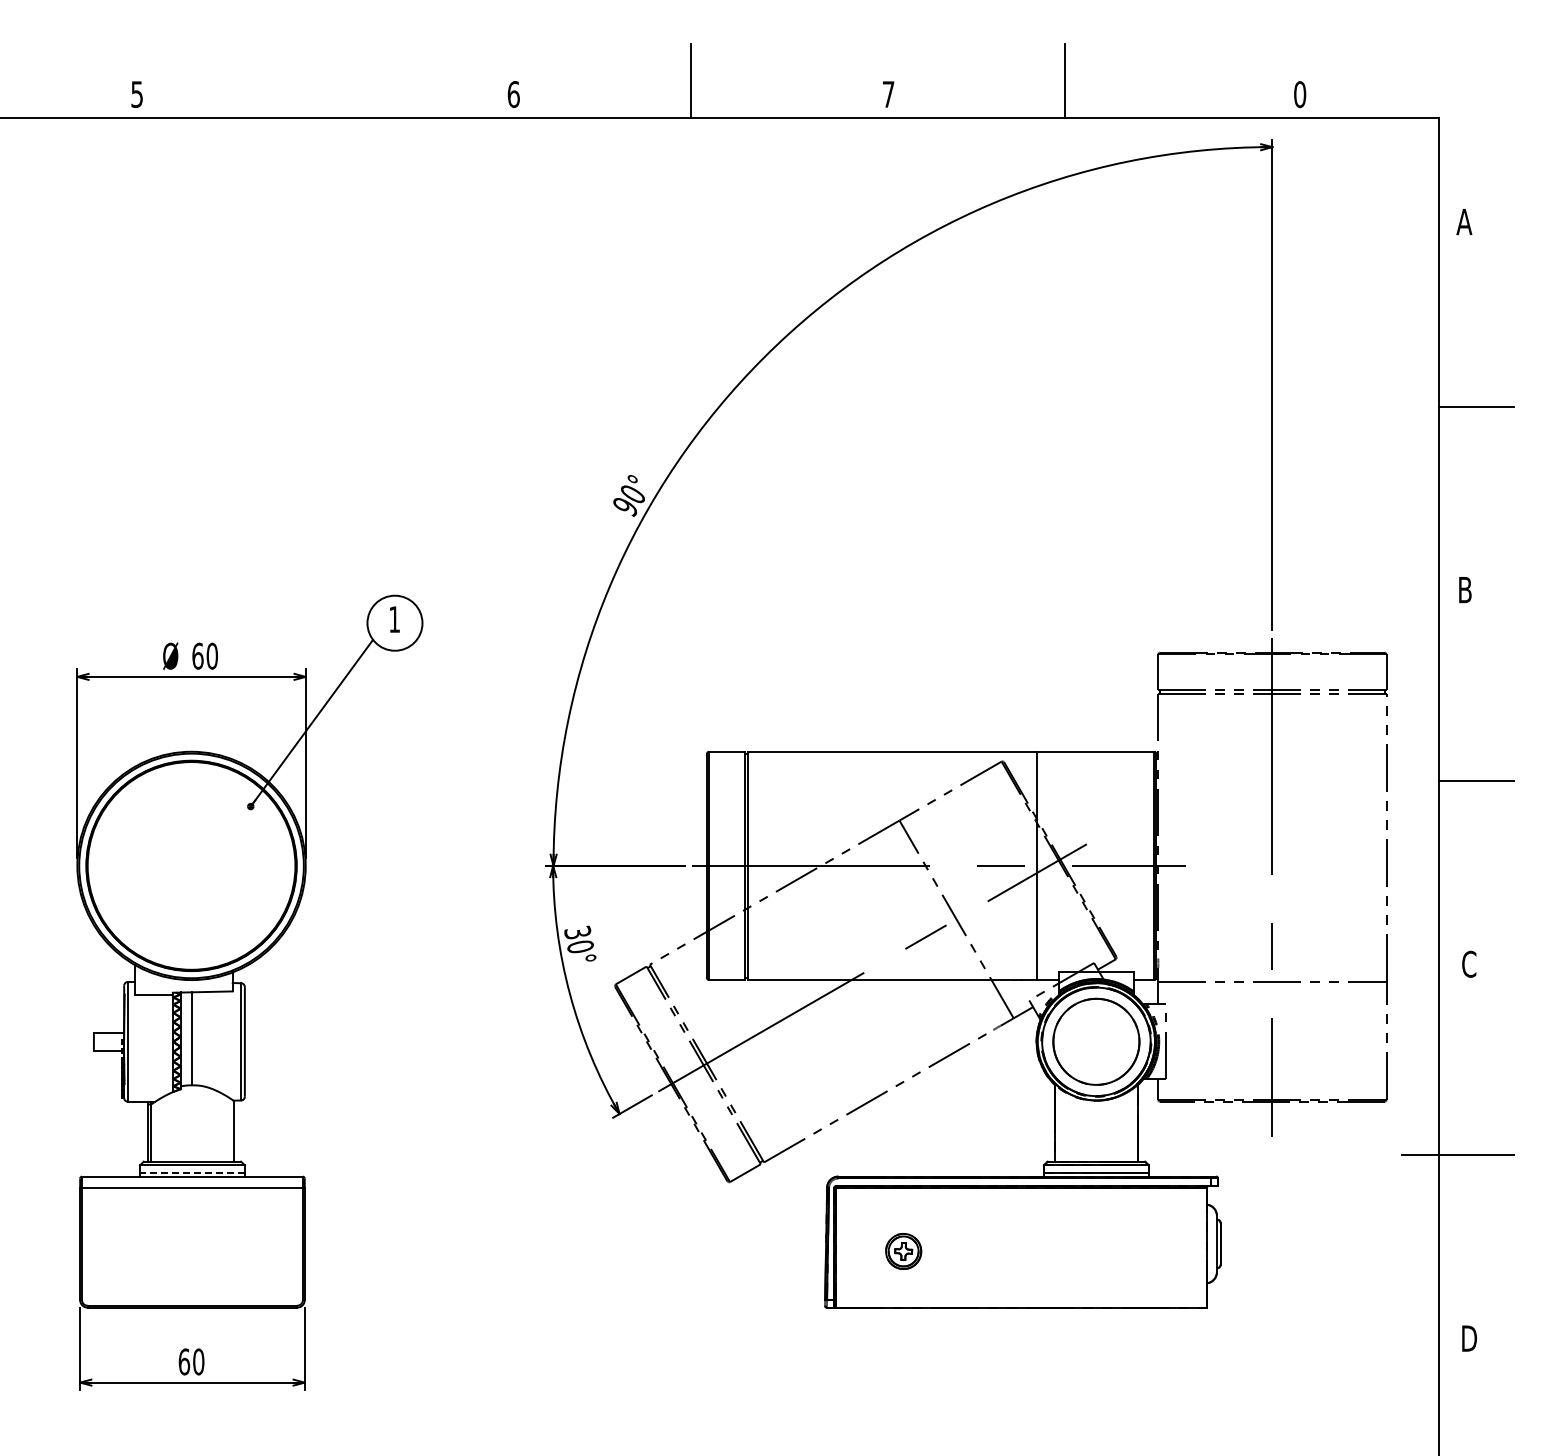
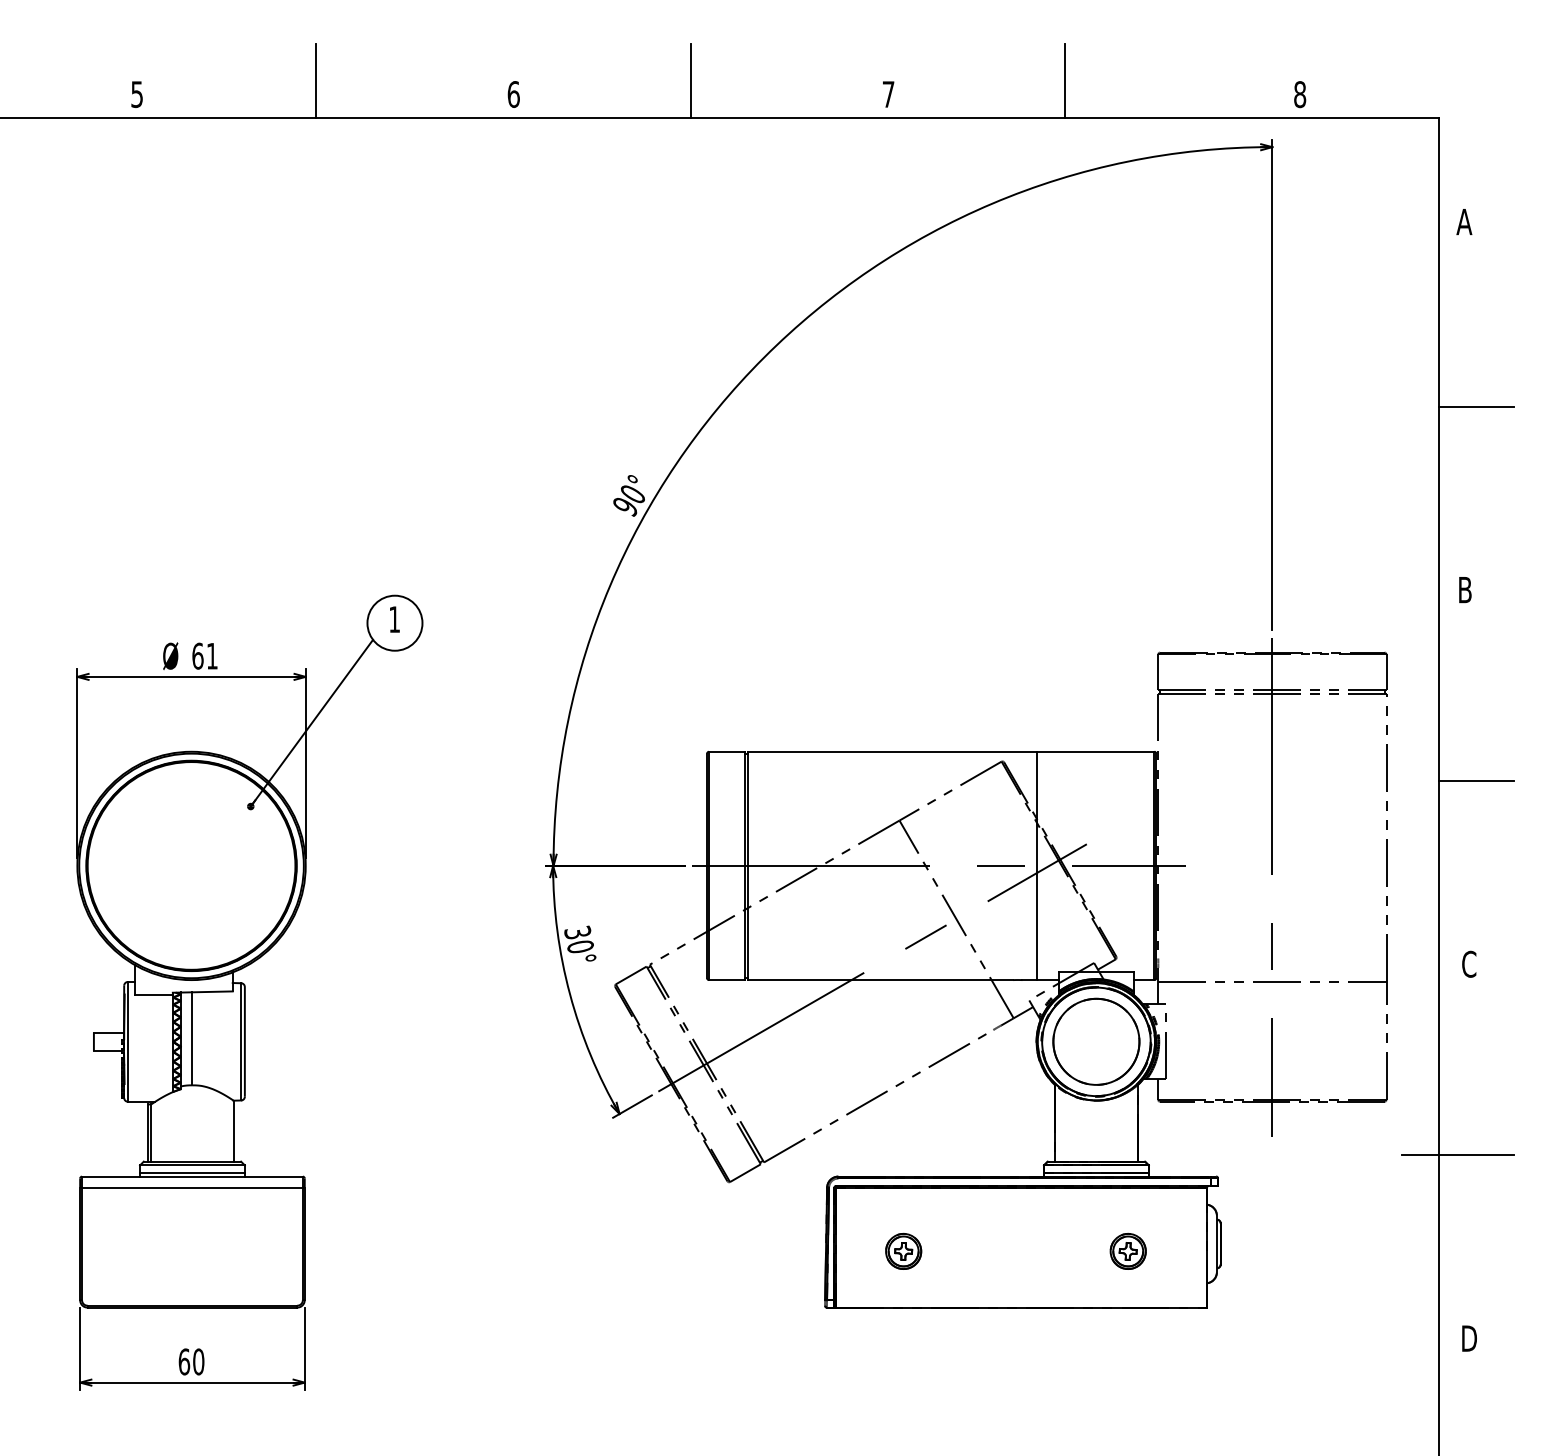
line at (316, 80): none -> present
text at (1300, 94): 0 -> 8
text at (211, 655): 60 -> 61
line at (191, 1172): dashed -> solid
part at (1127, 1251): none -> present
